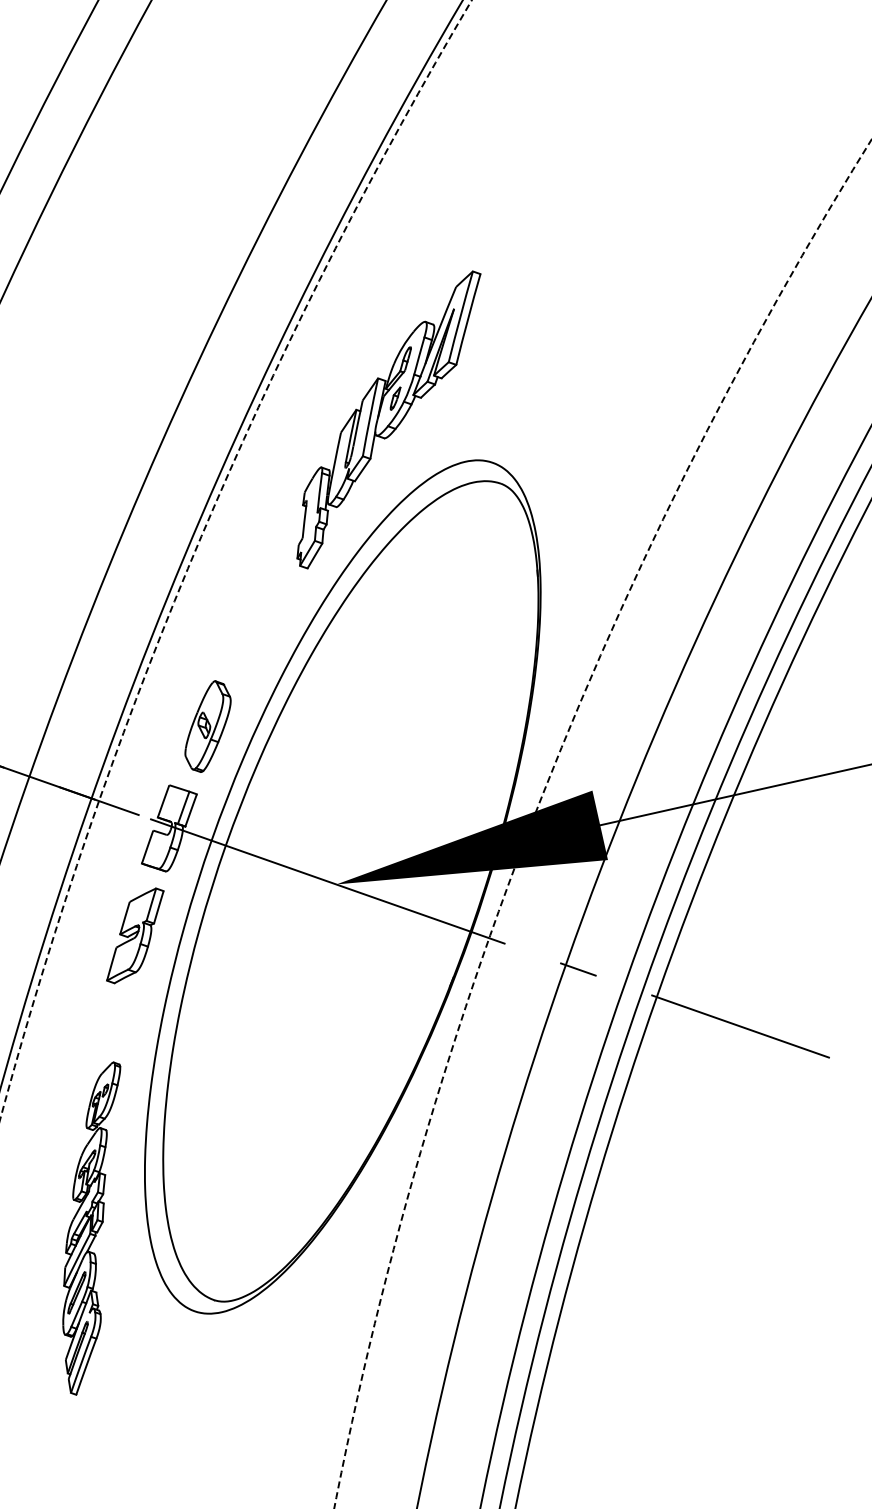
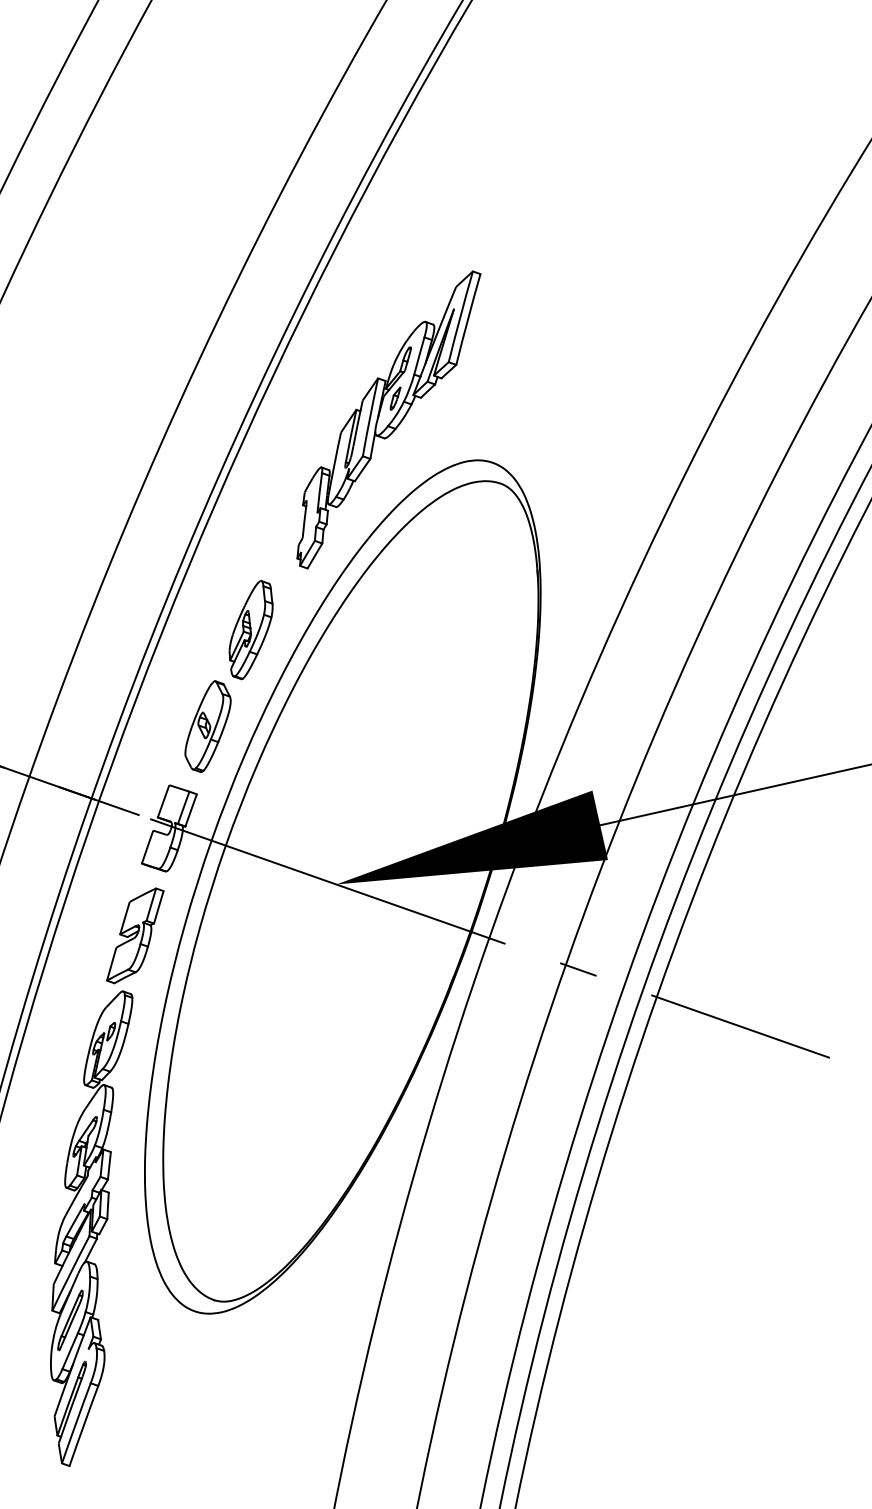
arc at (198, 544): dashed -> solid
part at (250, 630): none -> present
circle at (602, 823): dashed -> solid
part at (91, 1228) size: 60x335 px -> 84x477 px
